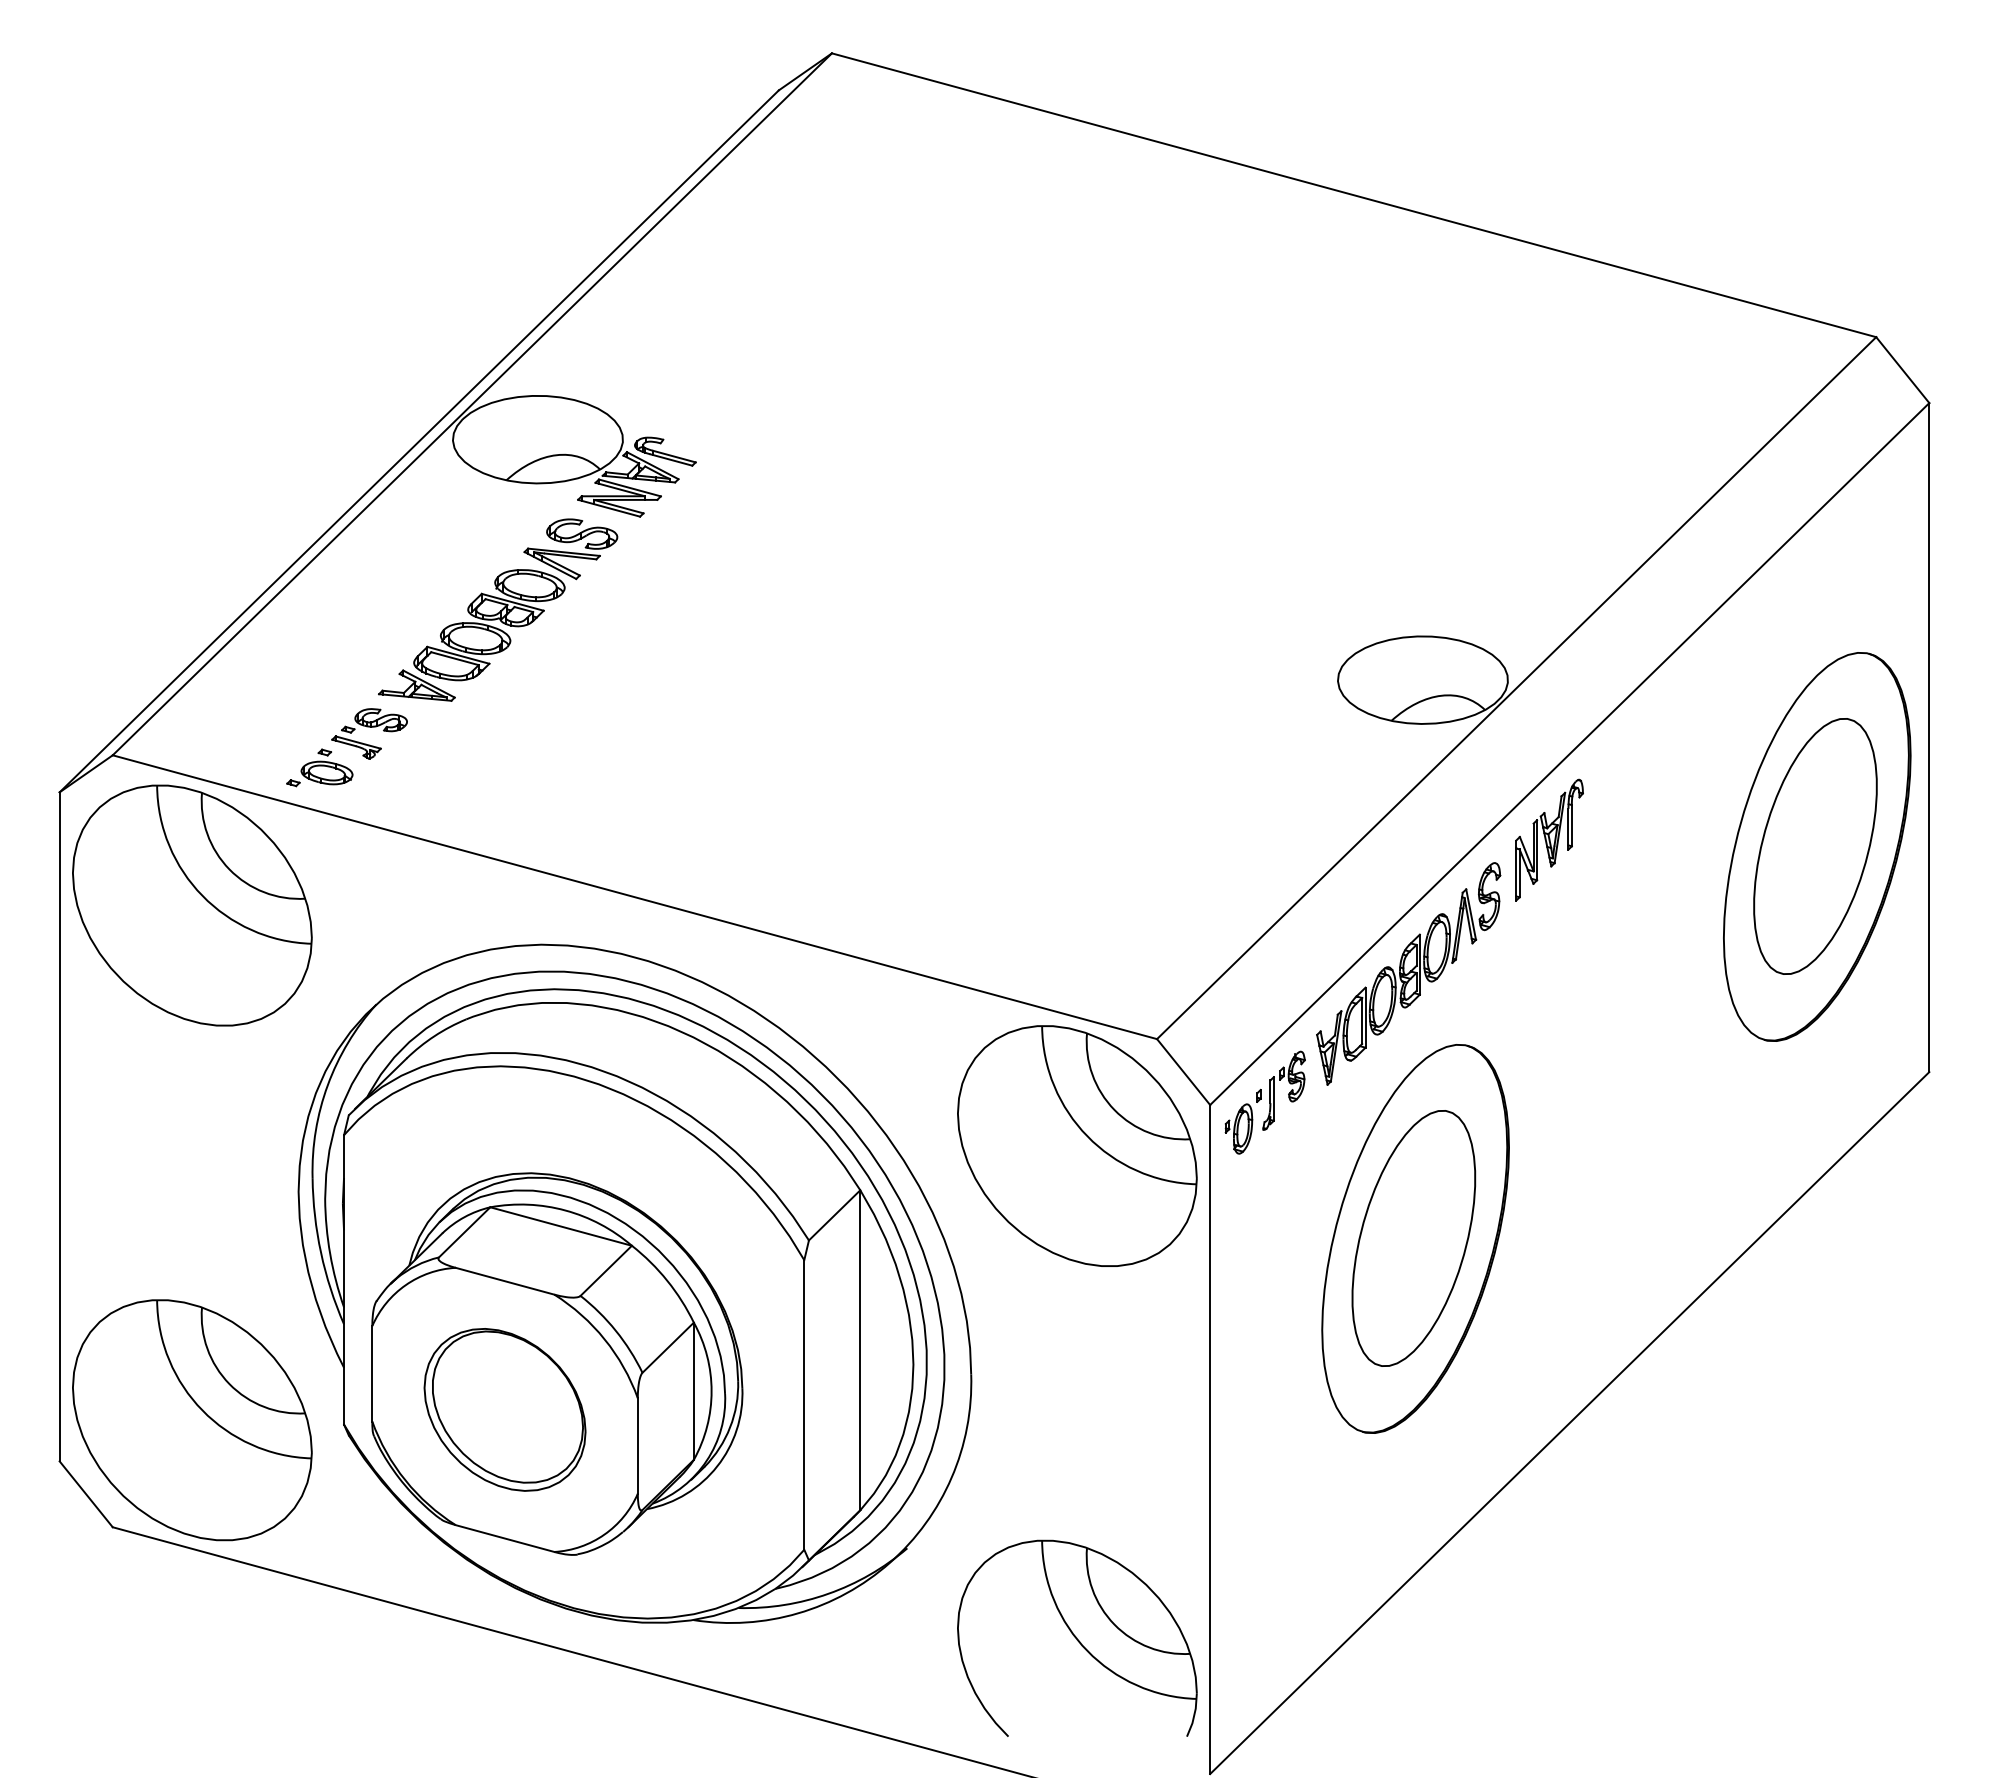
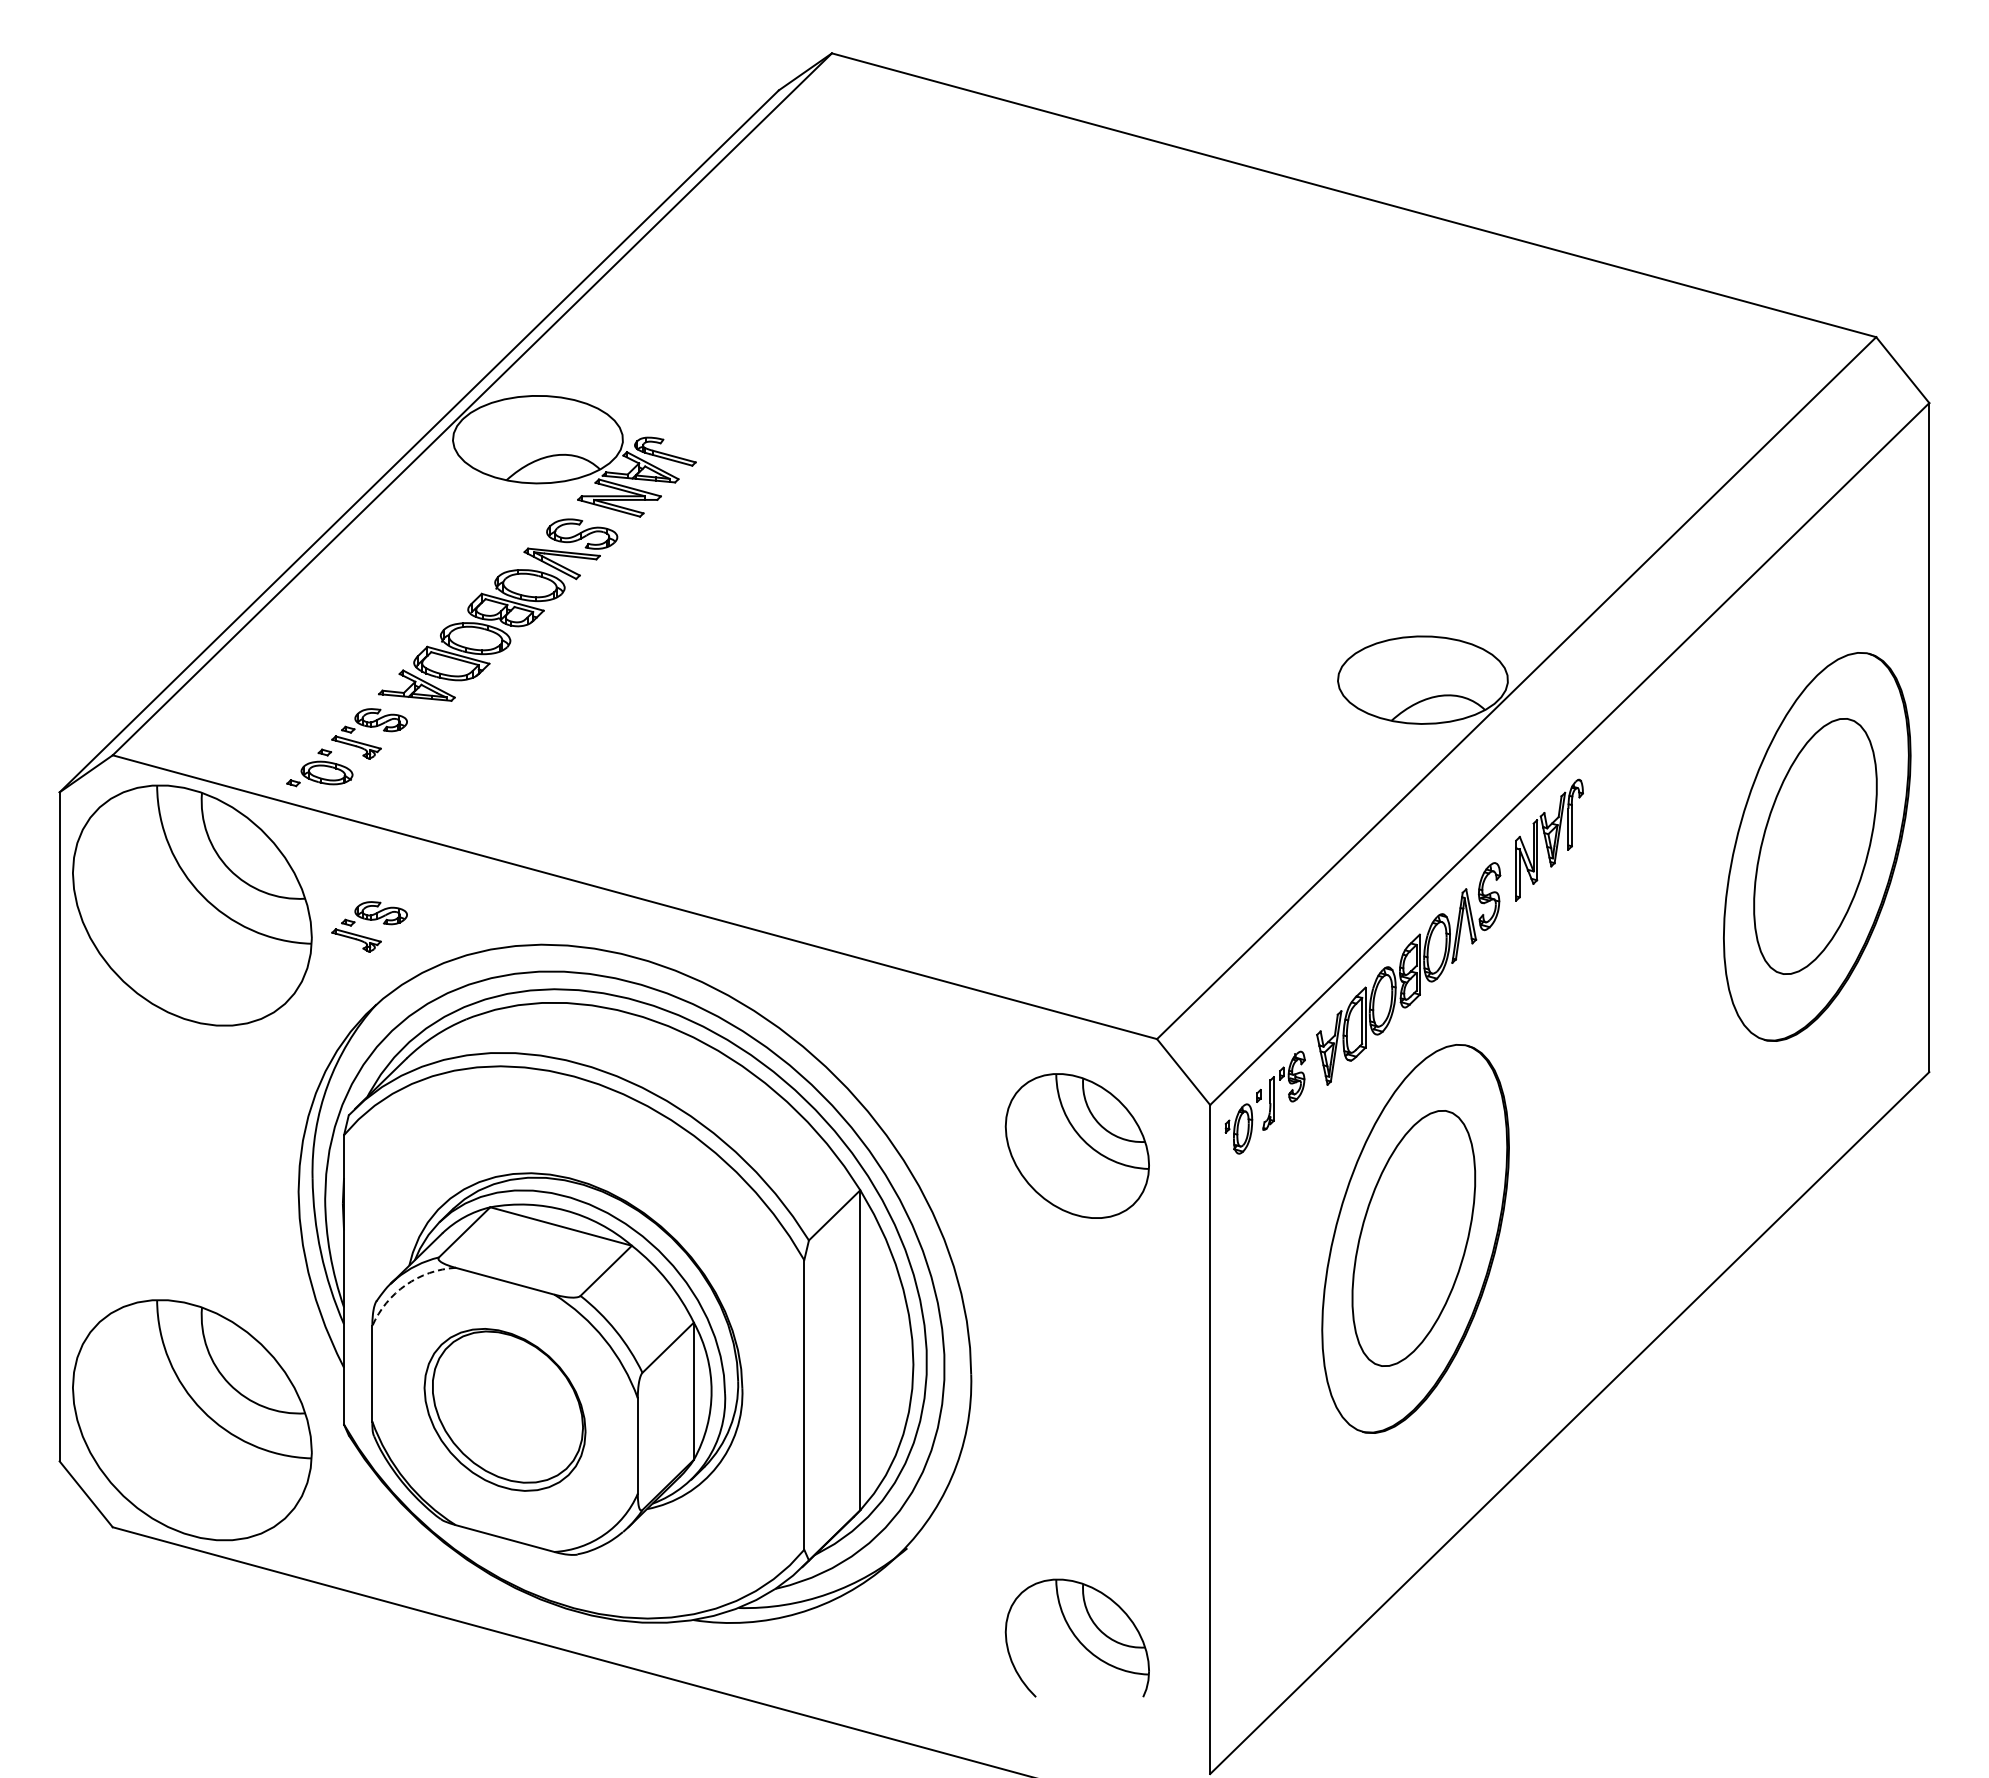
part at (369, 926): none -> present
part at (1077, 1145) size: 241x242 px -> 146x146 px
arc at (405, 1285): solid -> dashed
part at (1077, 1637) size: 241x198 px -> 146x120 px
